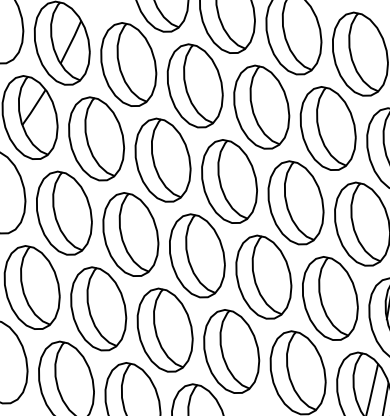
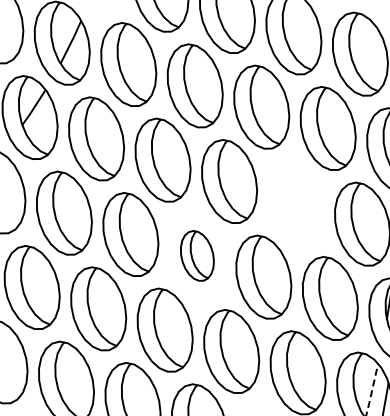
part at (295, 202): present -> none
part at (197, 255) size: 57x86 px -> 35x52 px
line at (372, 389): solid -> dashed
